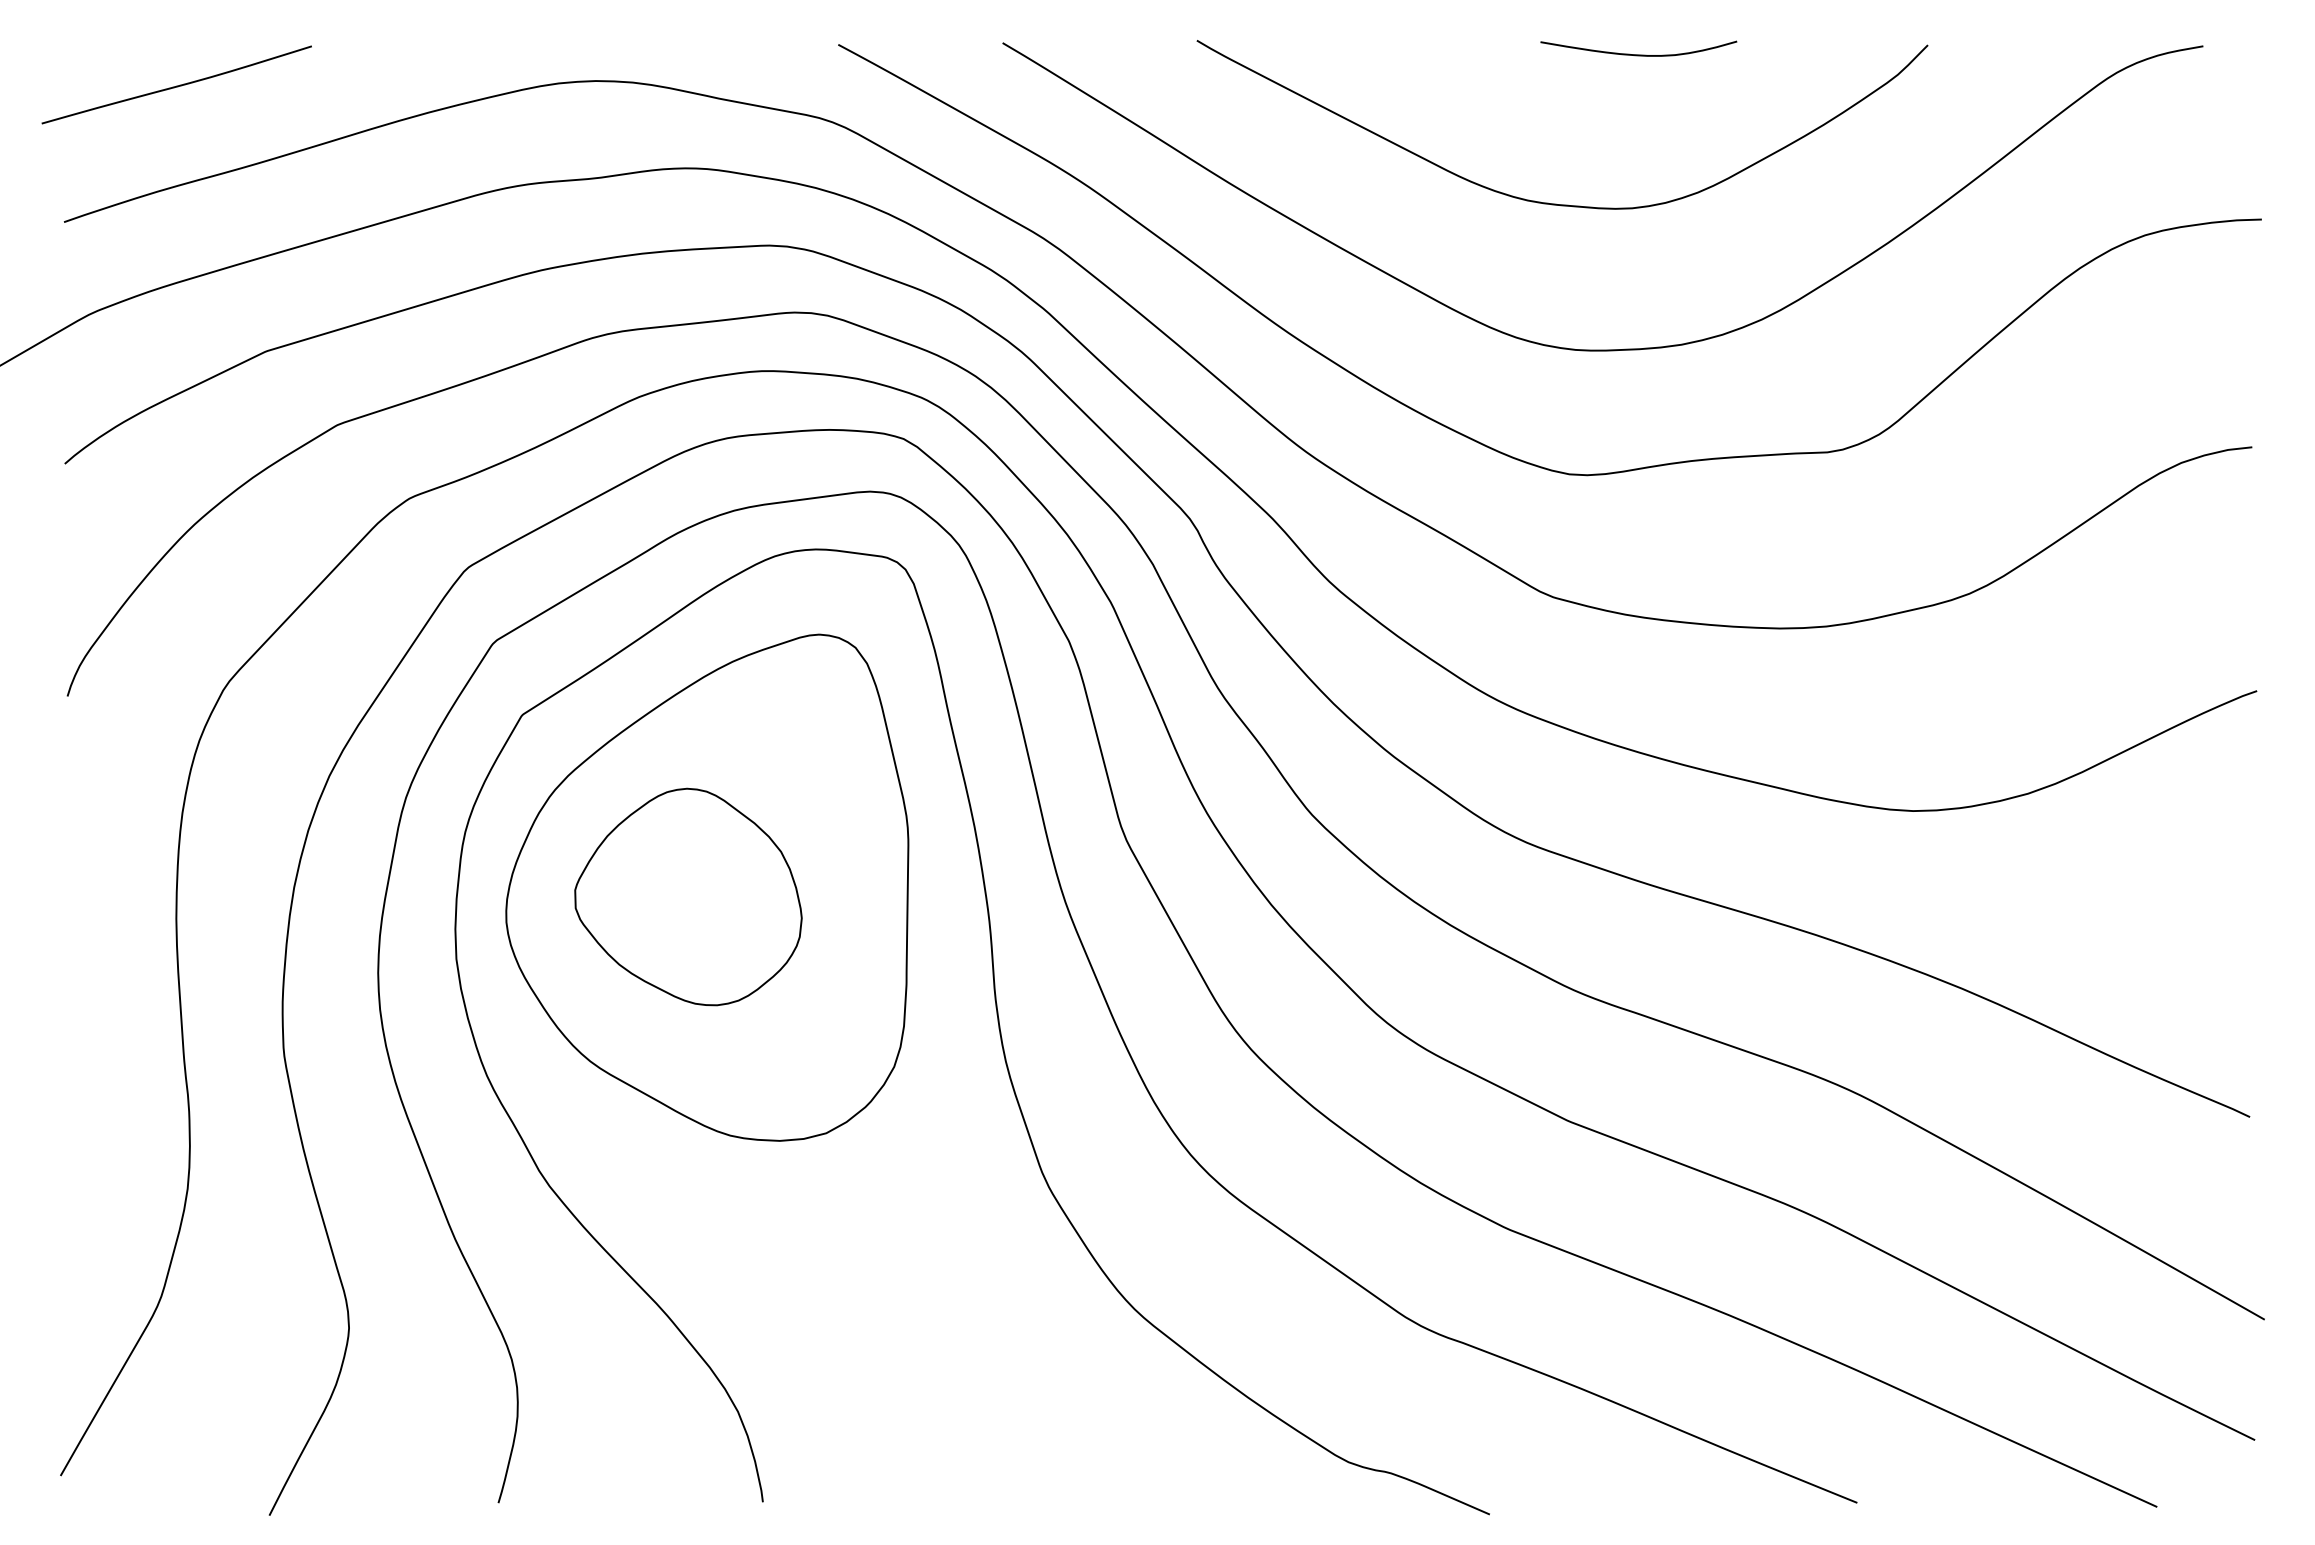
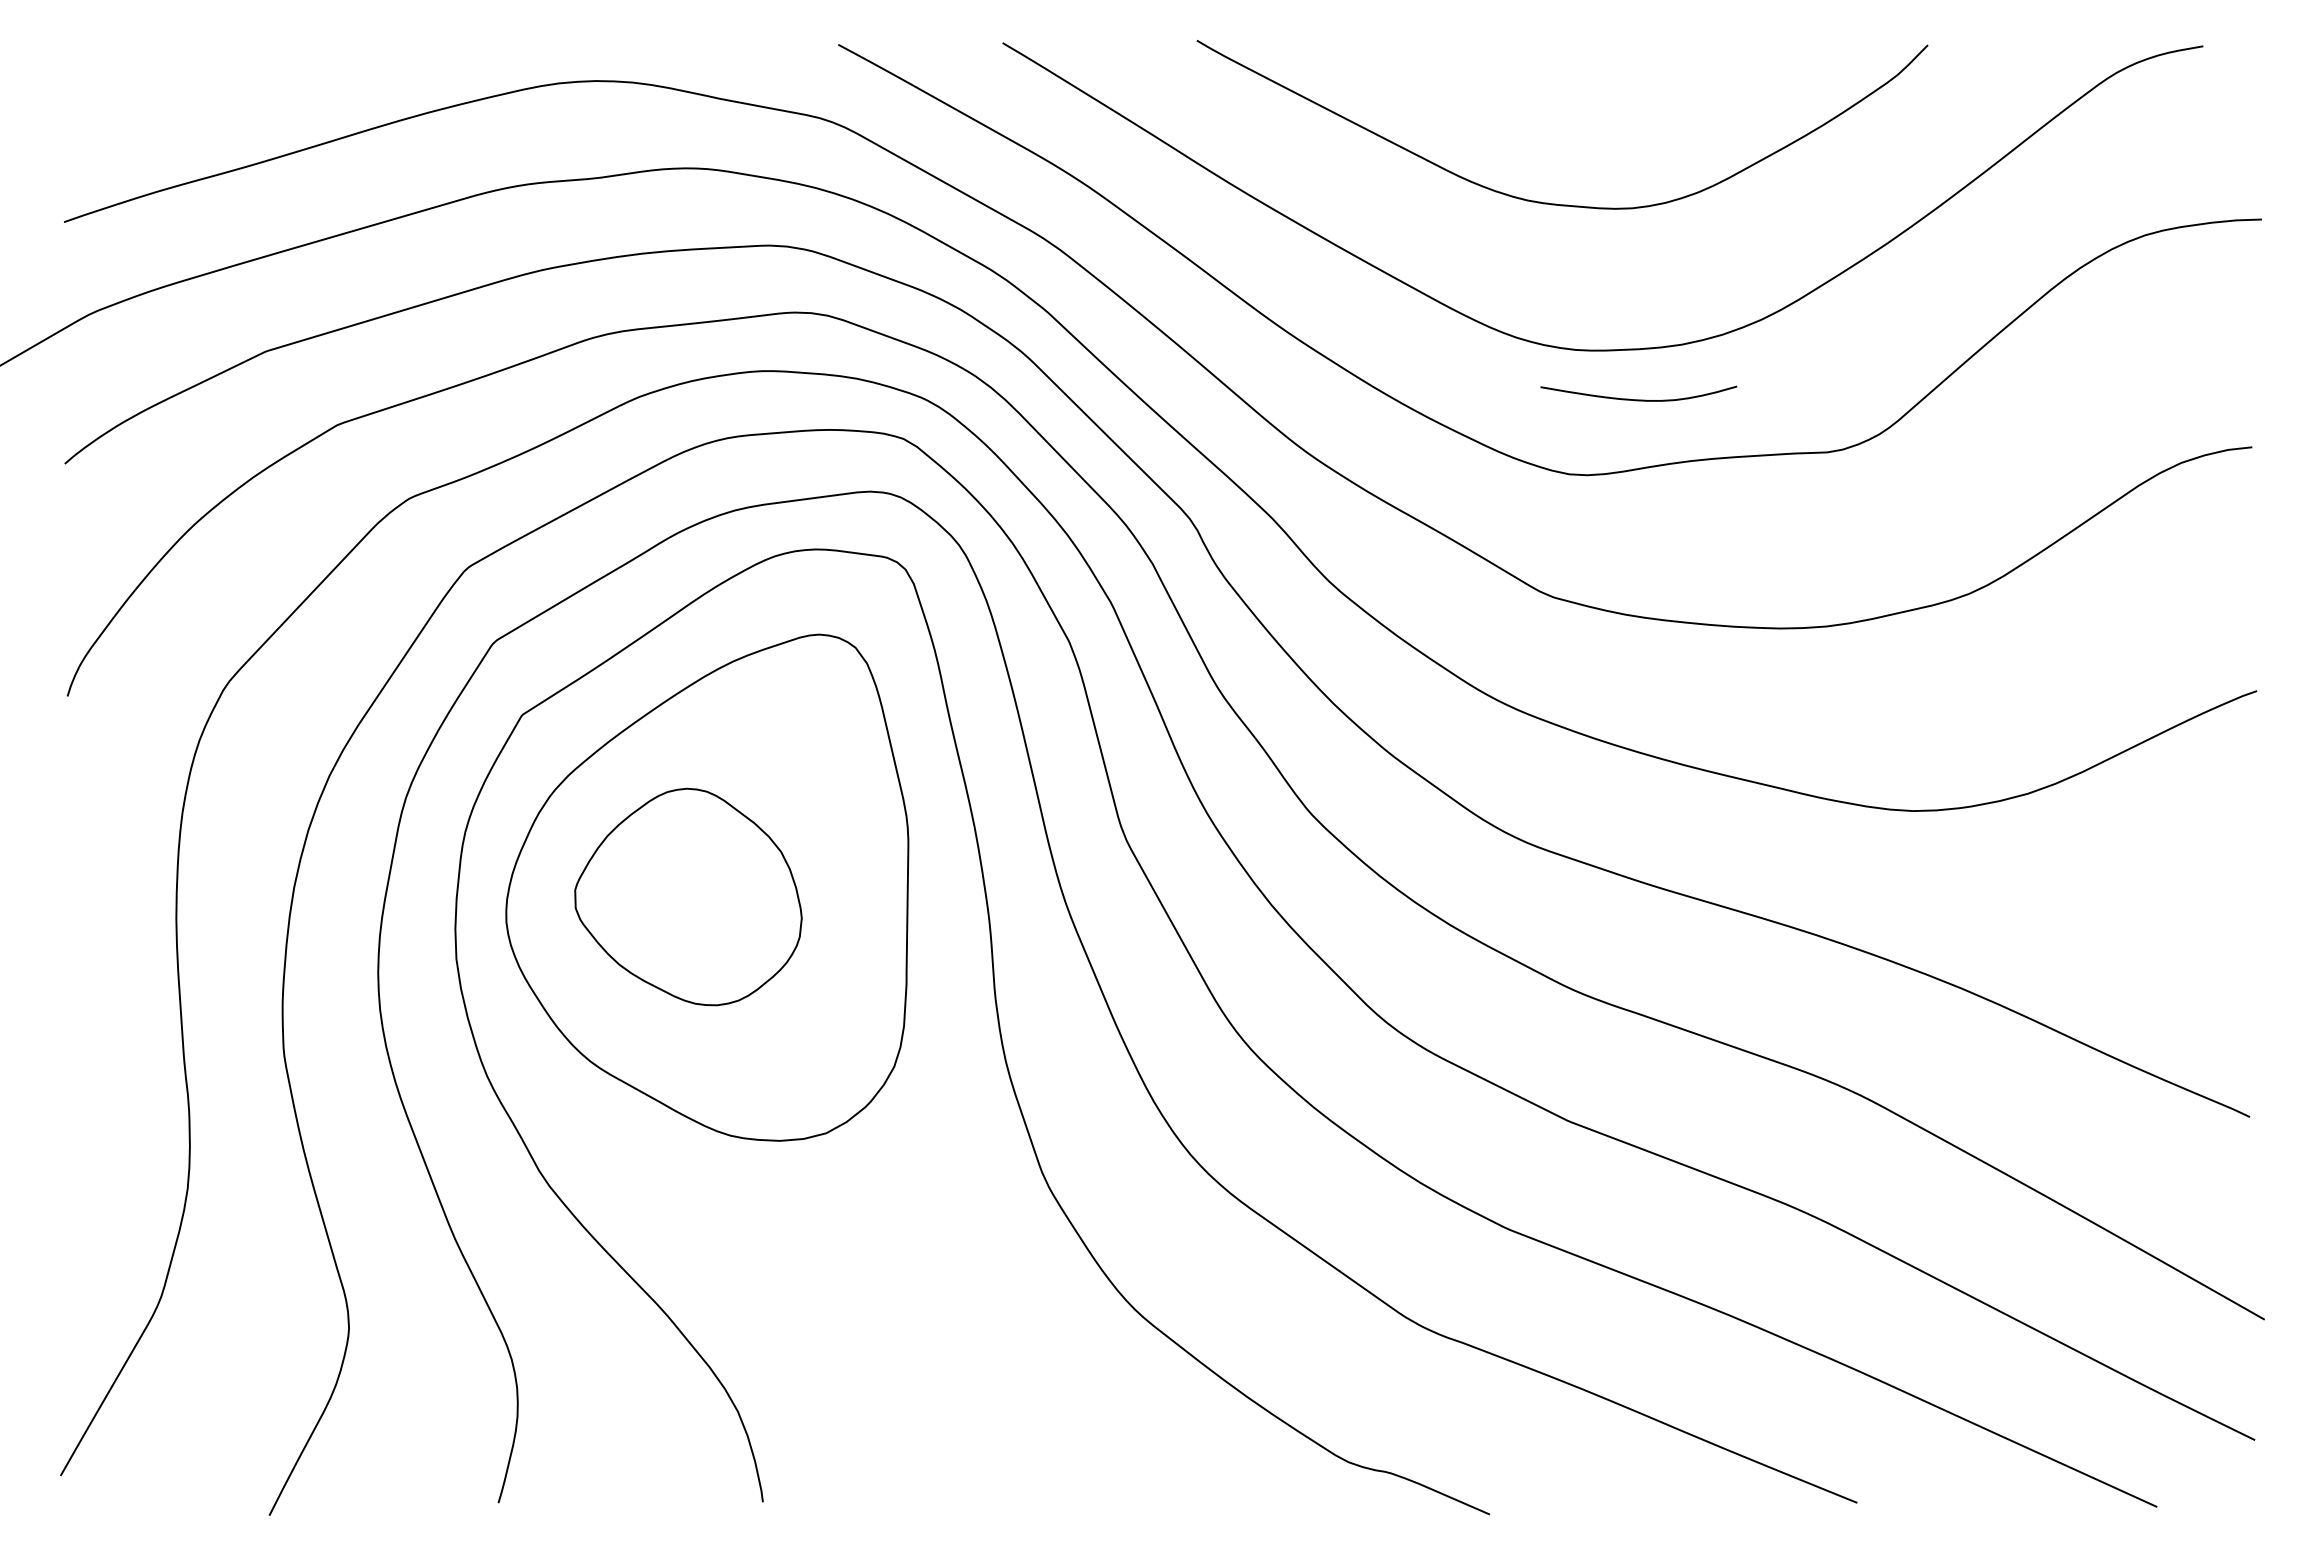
curve at (1638, 54) position: (1638, 54) -> (1638, 399)
curve at (176, 85): present -> none
